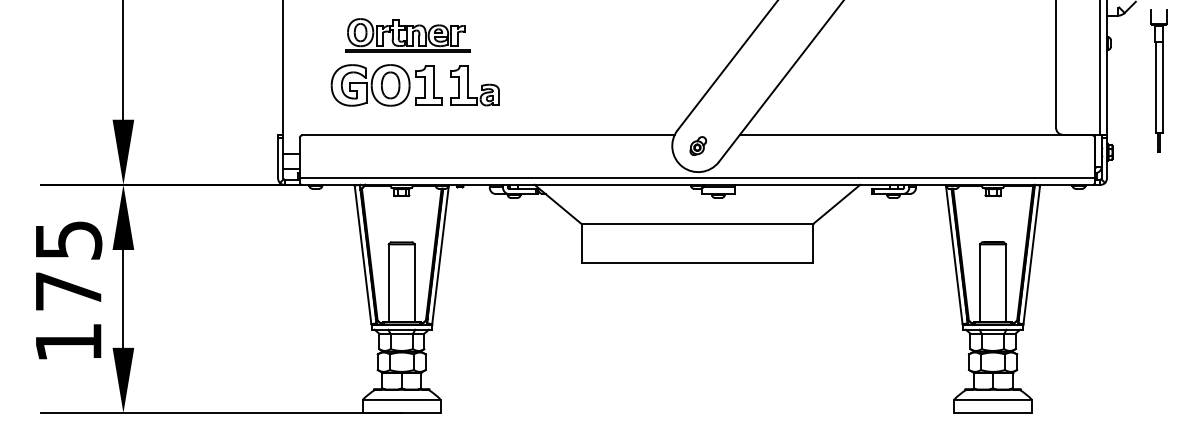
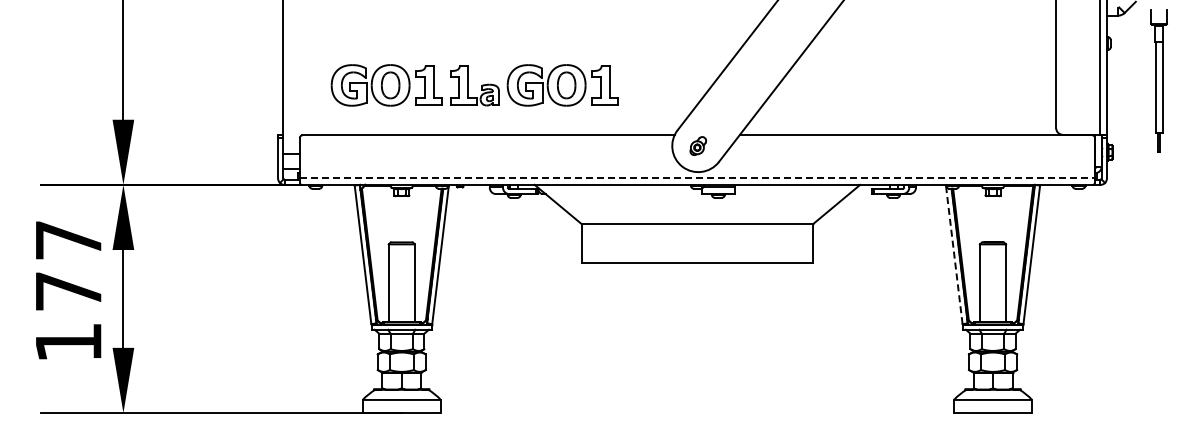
part at (407, 35): present -> none
part at (562, 85): none -> present
line at (697, 178): solid -> dashed
text at (69, 240): 175 -> 177
line at (954, 254): solid -> dashed
